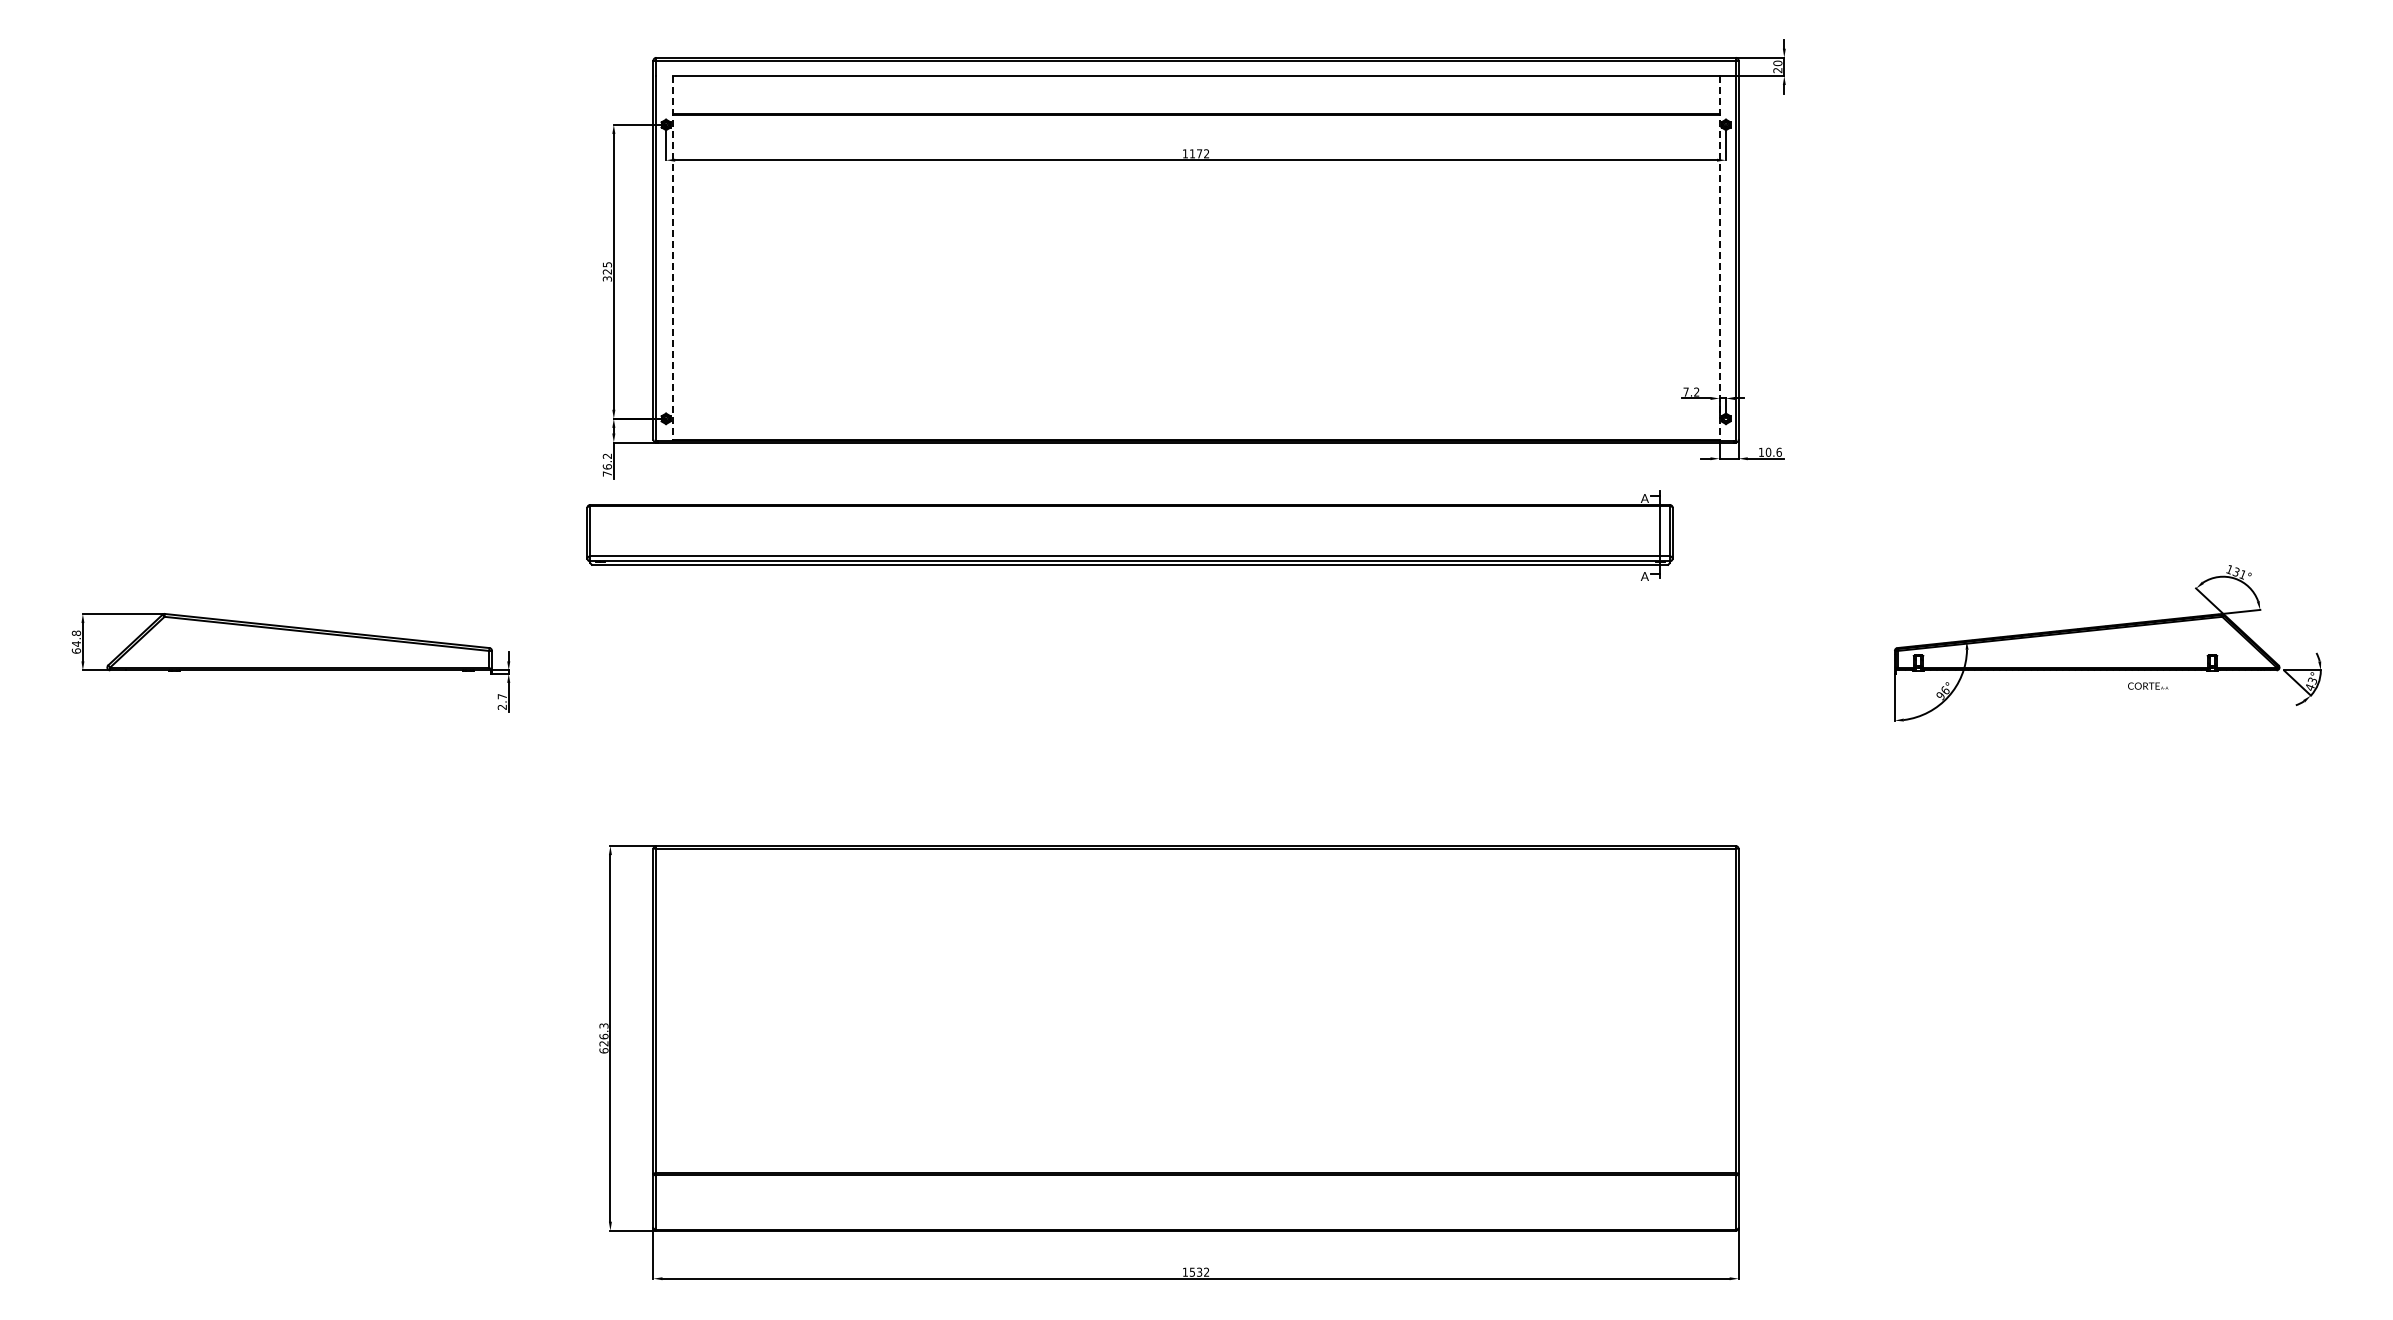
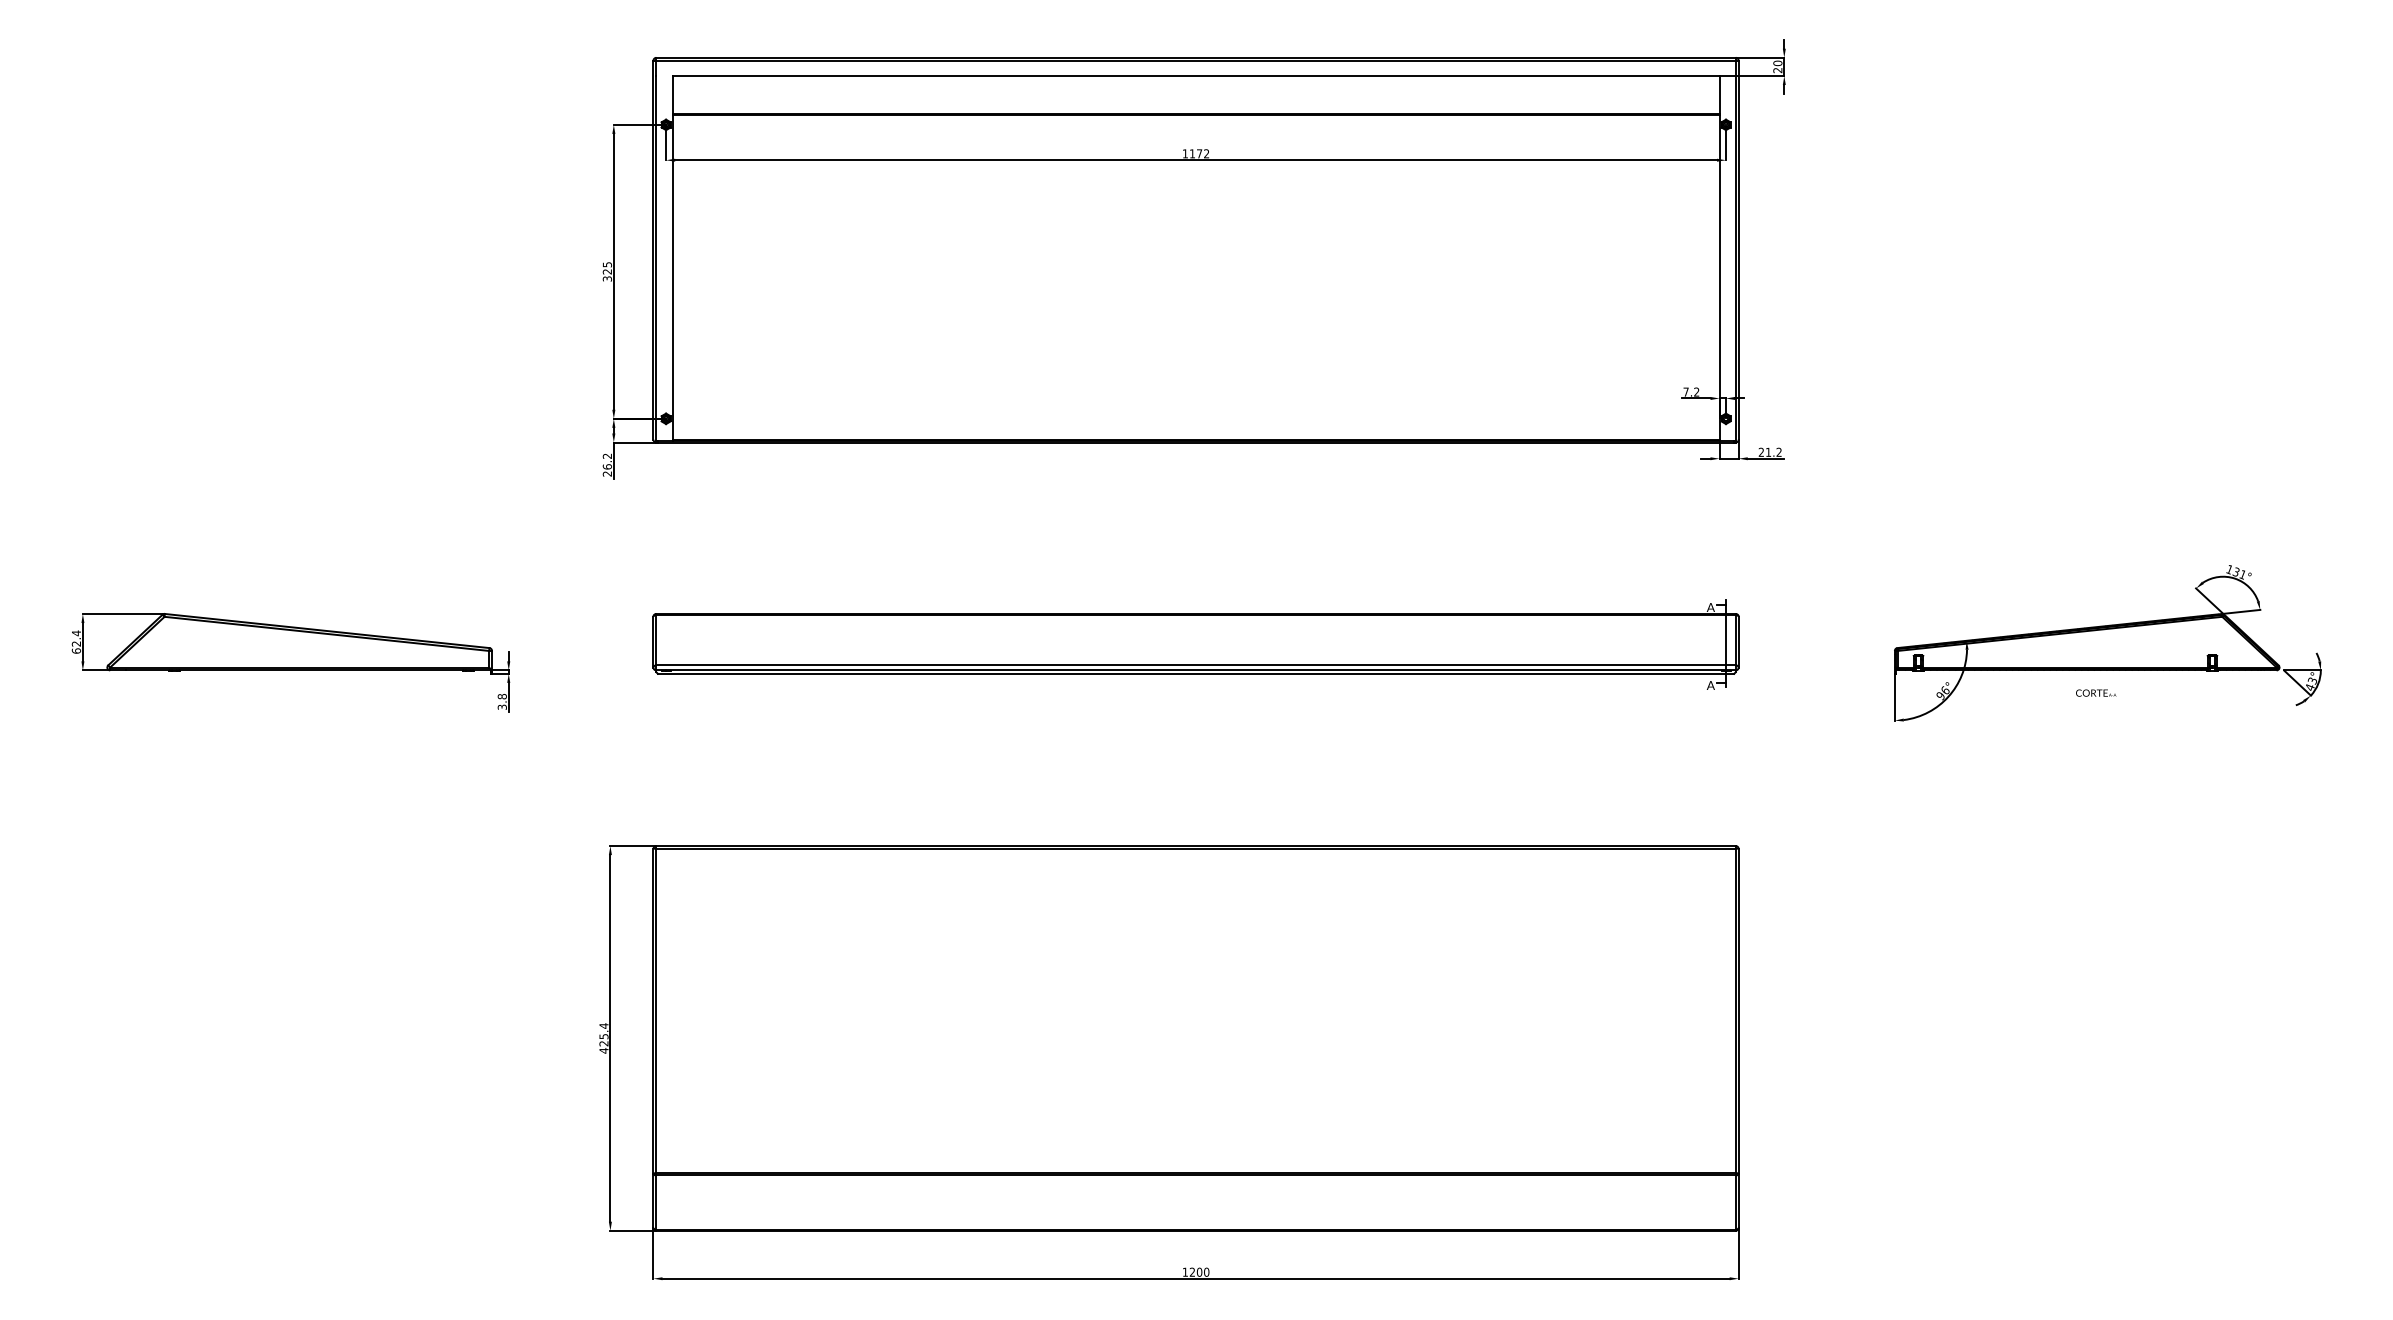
line at (672, 258): dashed -> solid
line at (1719, 258): dashed -> solid
text at (1769, 451): 10.6 -> 21.2
text at (606, 473): 76.2 -> 26.2
part at (1129, 535) position: (1129, 535) -> (1195, 644)
text at (76, 638): 64.8 -> 62.4
text at (2148, 685) position: (2148, 685) -> (2096, 692)
text at (501, 701): 2.7 -> 3.8
text at (603, 1038): 626.3 -> 425.4
text at (1199, 1271): 1532 -> 1200
